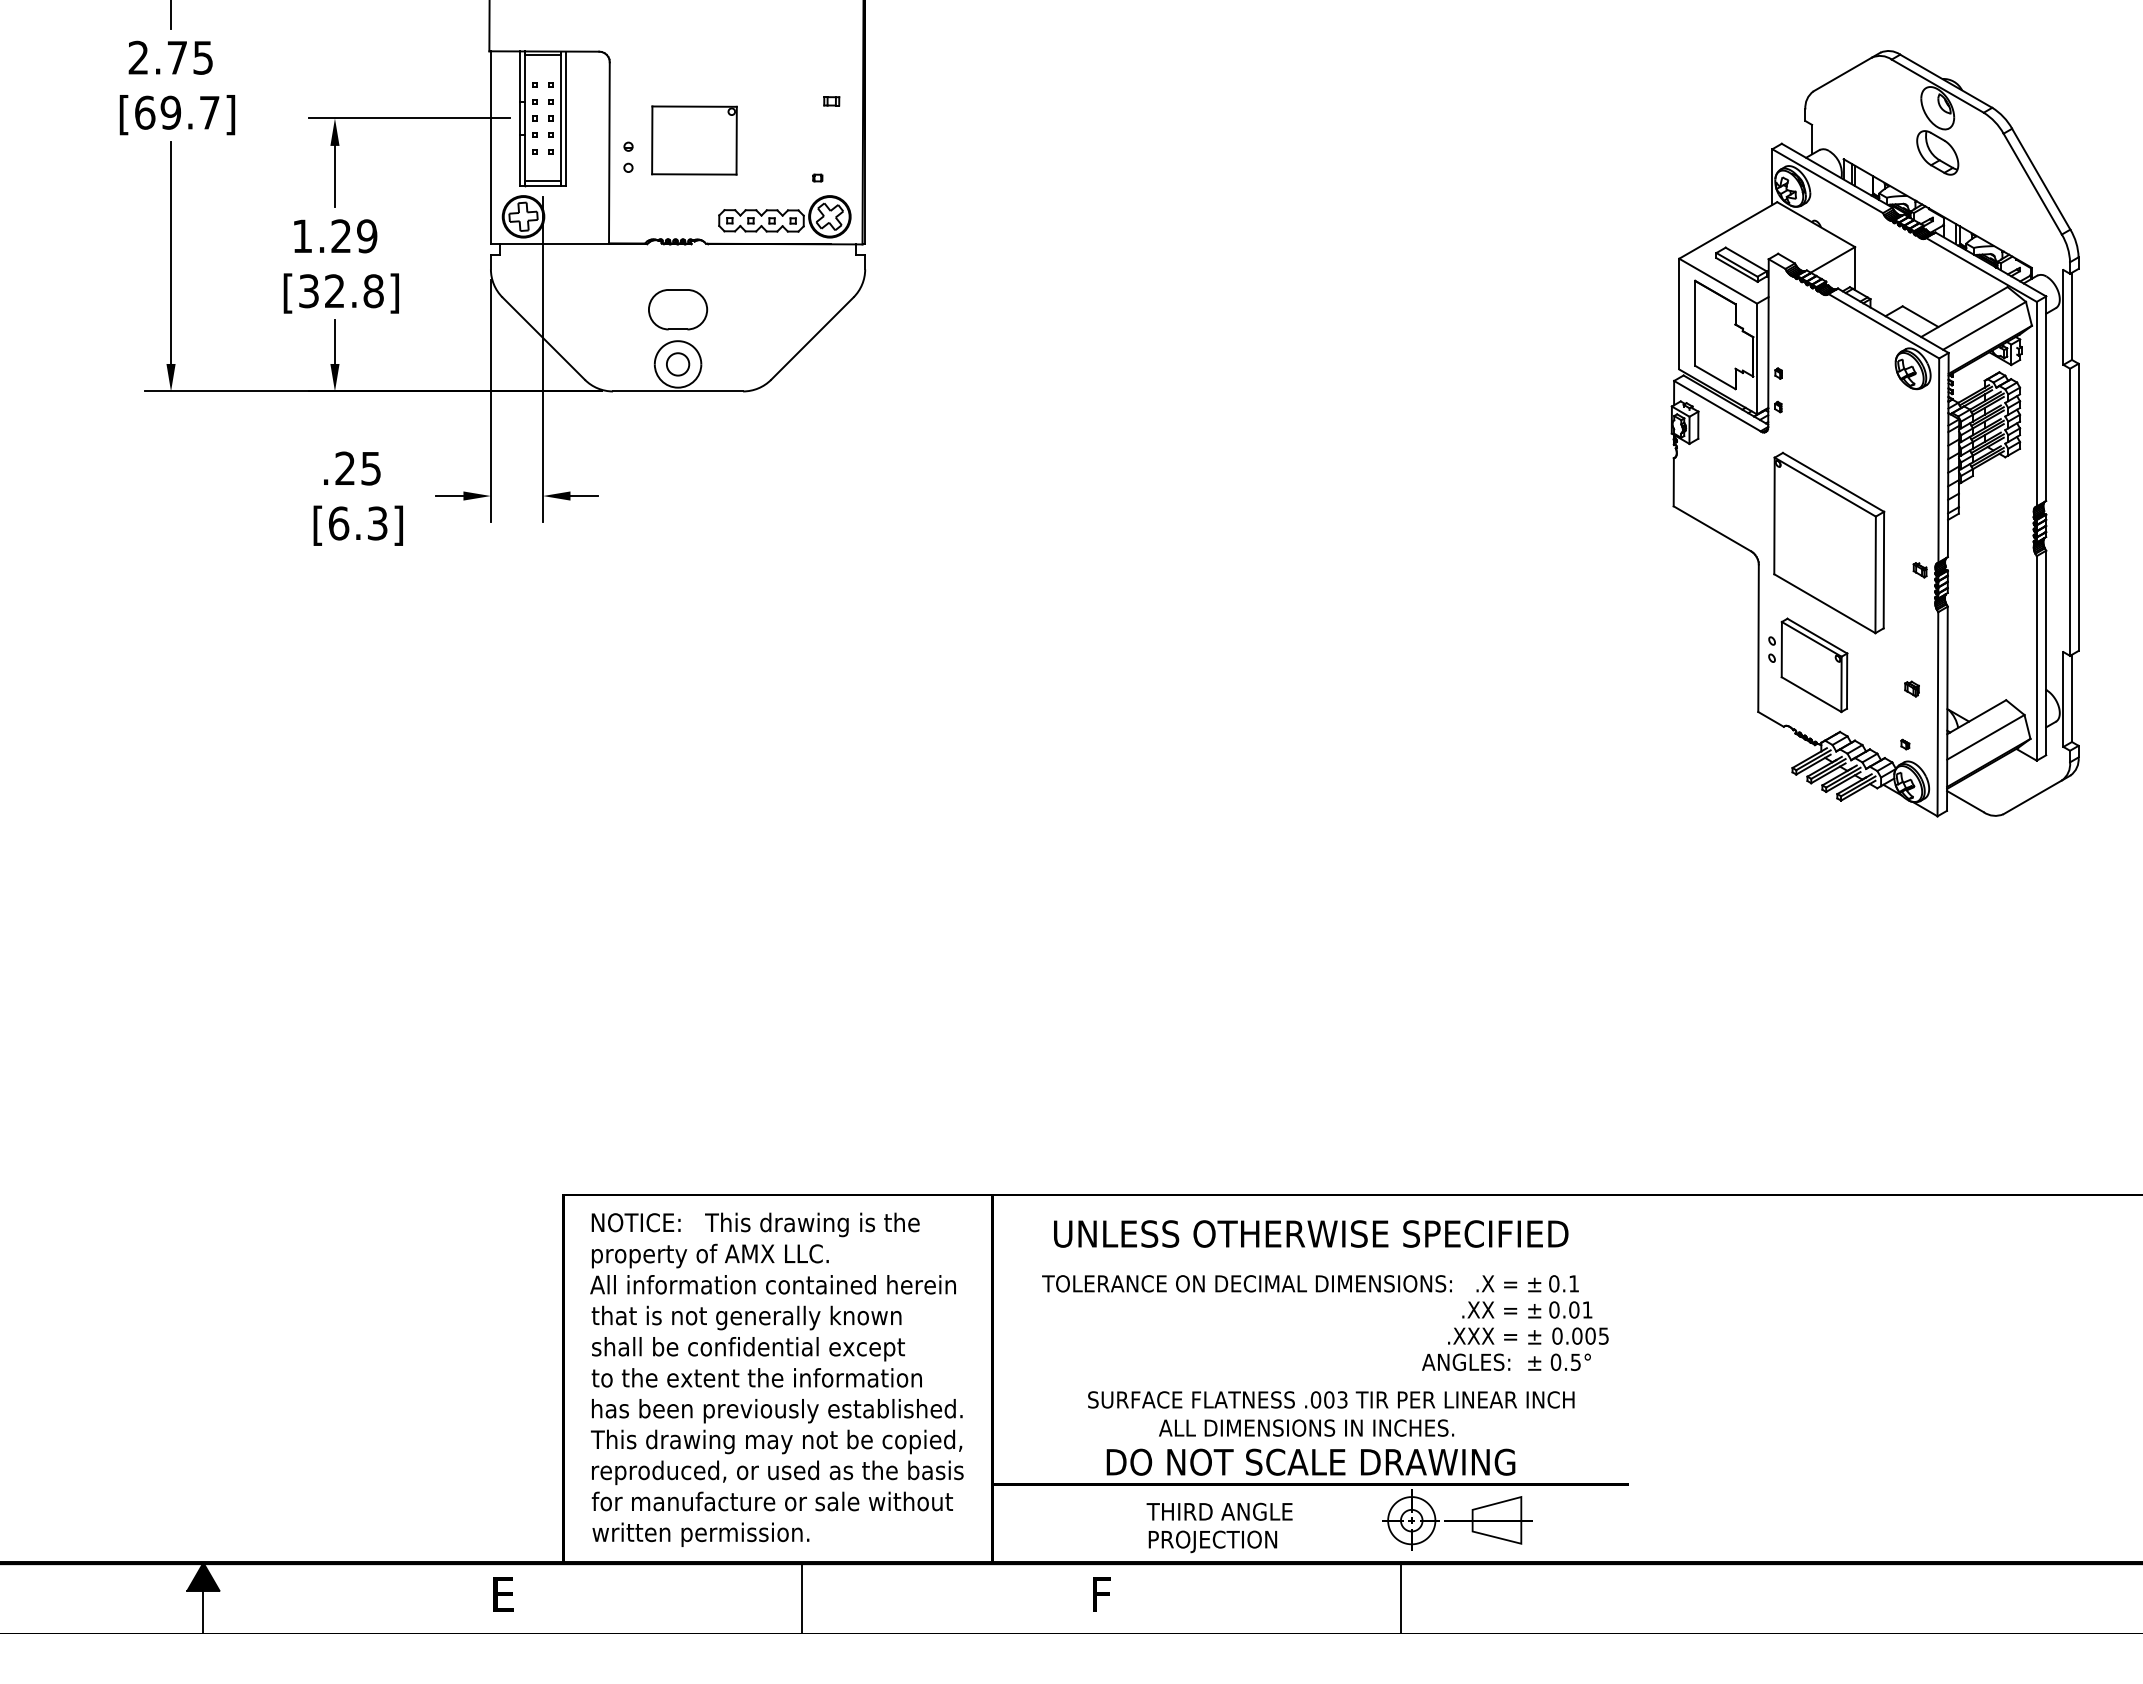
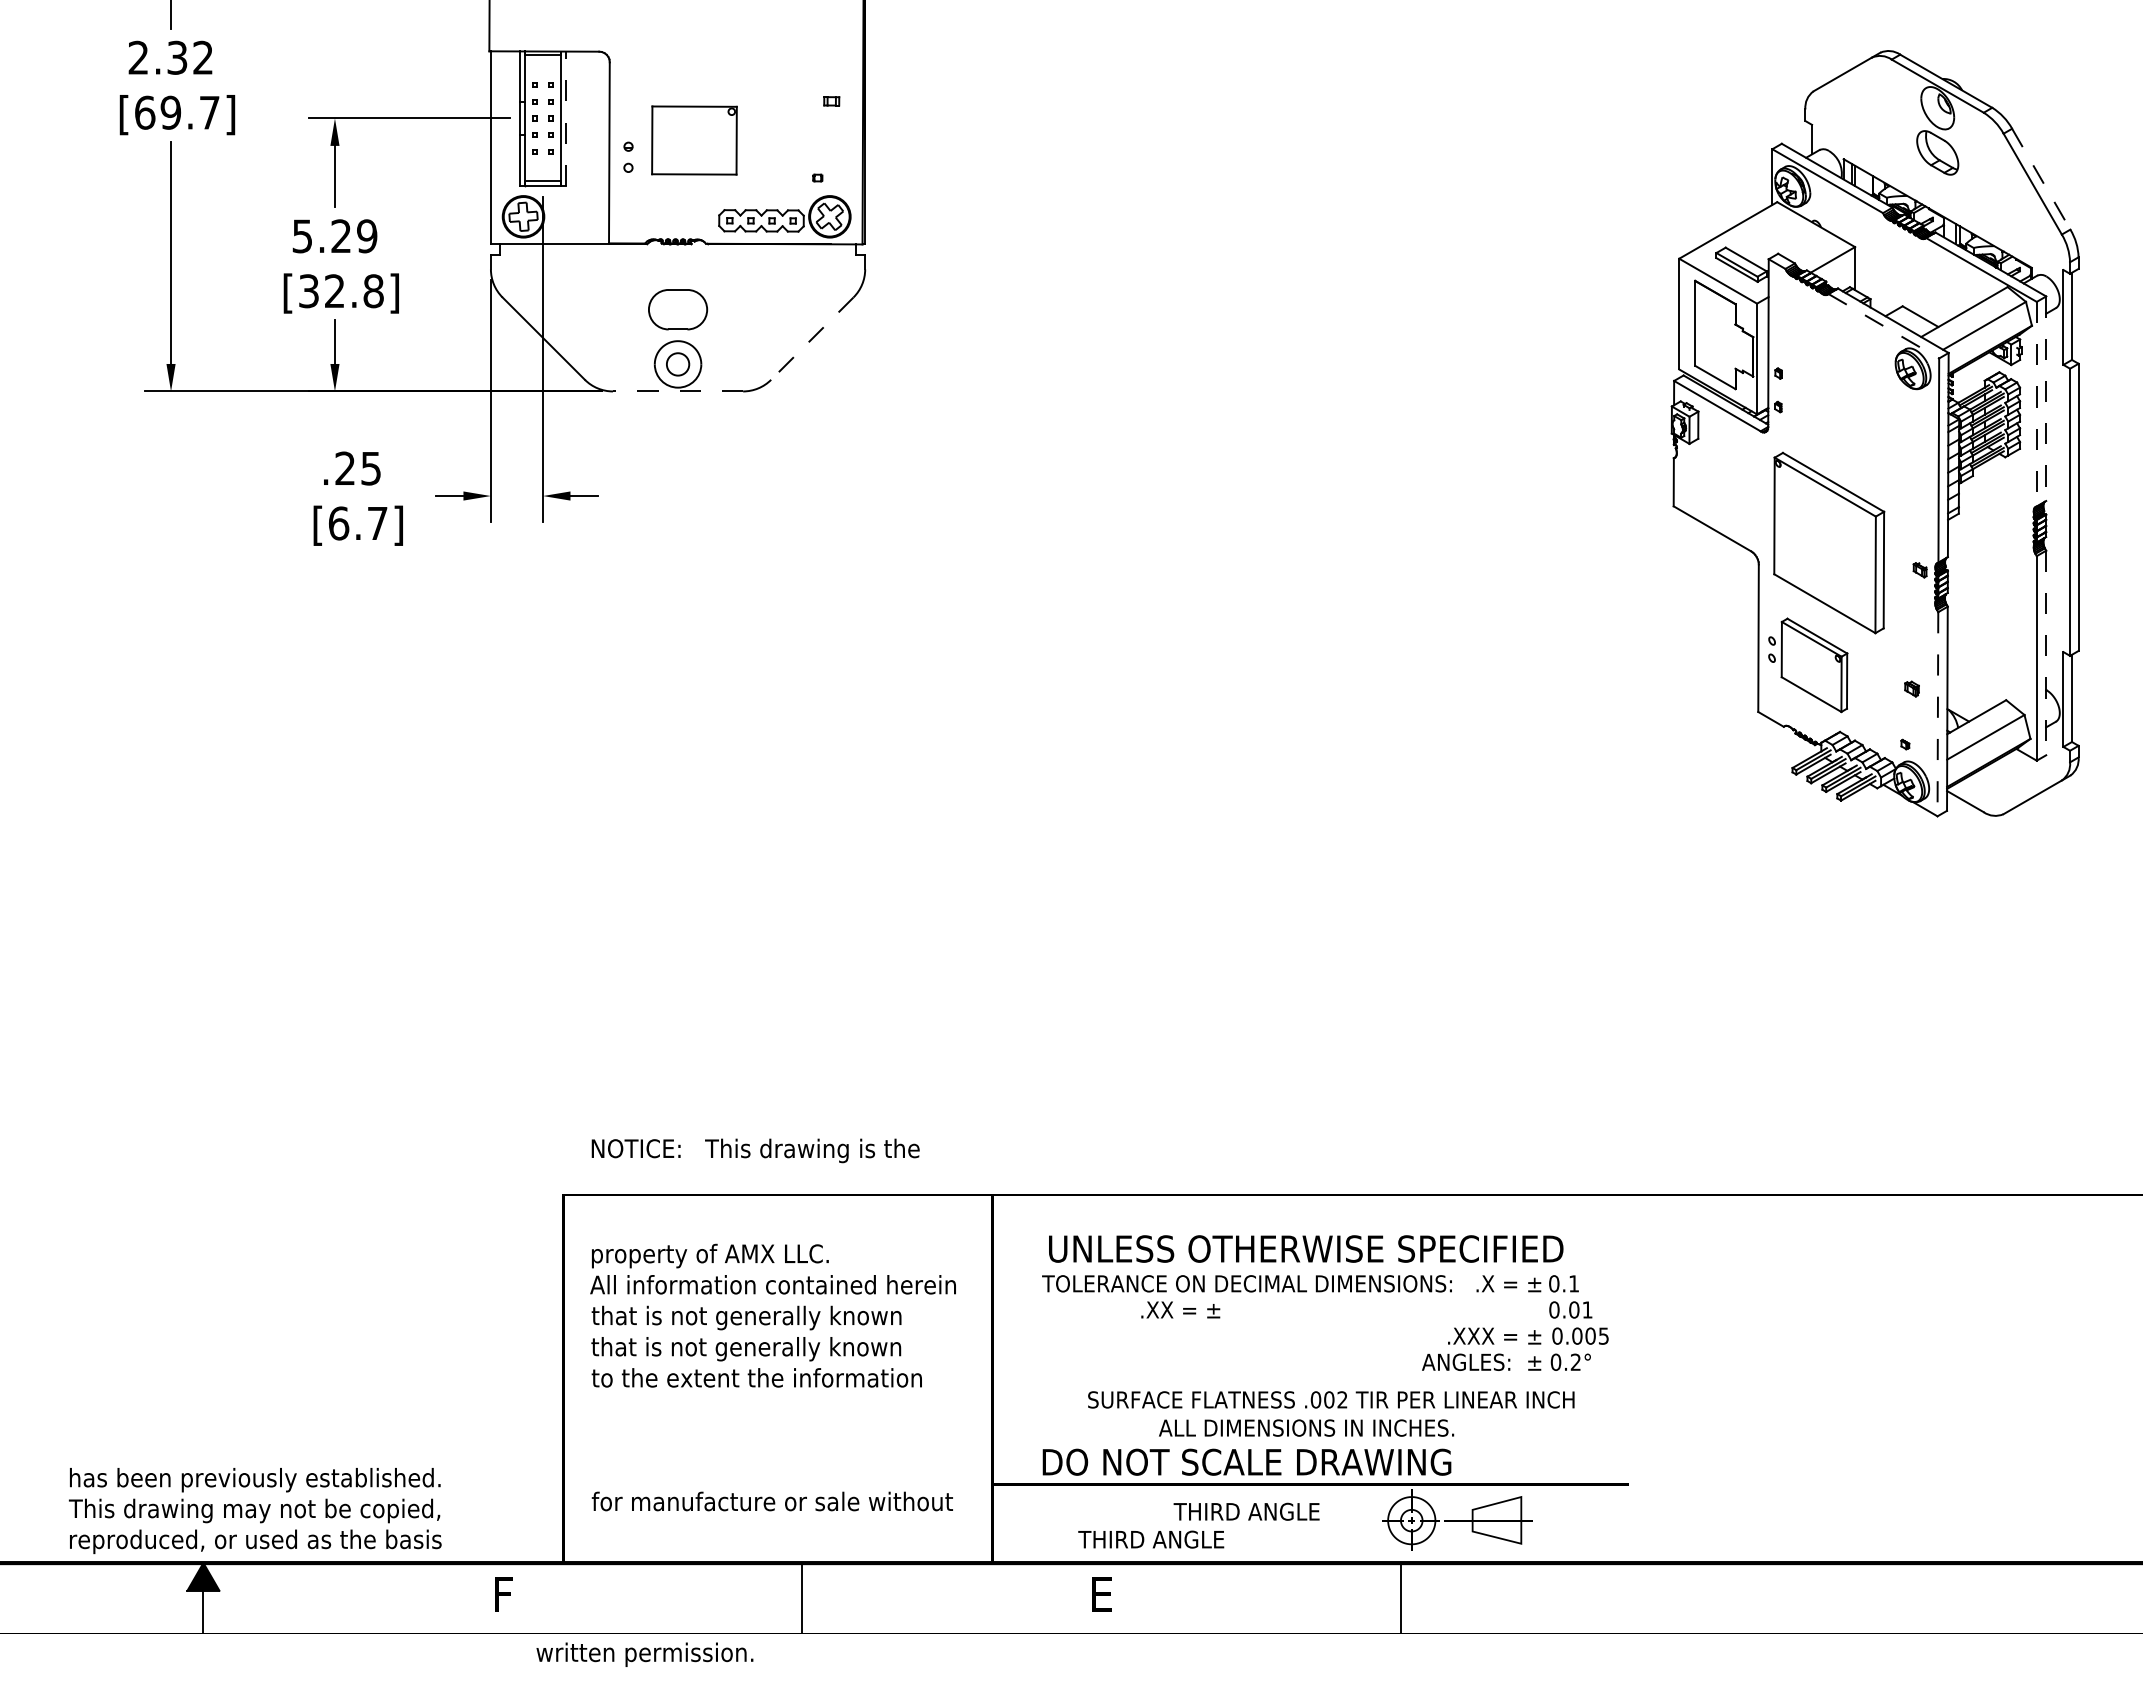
text at (189, 57): 2.75 -> 2.32
line at (565, 118): solid -> dashed
line at (2041, 179): solid -> dashed
text at (301, 236): 1.29 -> 5.29
line at (1884, 326): solid -> dashed
line at (812, 338): solid -> dashed
line at (677, 391): solid -> dashed
line at (2046, 399): solid -> dashed
line at (2036, 404): solid -> dashed
text at (377, 523): [6.3] -> [6.7]
line at (2046, 653): solid -> dashed
line at (1937, 714): solid -> dashed
text at (755, 1224) position: (755, 1224) -> (755, 1150)
text at (1311, 1233) position: (1311, 1233) -> (1306, 1248)
text at (1501, 1309) position: (1501, 1309) -> (1180, 1309)
text at (748, 1349): shall be confidential except -> that is not generally known
text at (1575, 1361): 0.5° -> 0.2°
text at (1342, 1399): .003 -> .002
text at (777, 1442) position: (777, 1442) -> (255, 1511)
text at (1310, 1461) position: (1310, 1461) -> (1246, 1461)
text at (1219, 1511) position: (1219, 1511) -> (1246, 1511)
text at (700, 1534) position: (700, 1534) -> (644, 1654)
text at (1177, 1541): PROJECTION -> THIRD ANGLE
text at (503, 1594): E -> F
text at (1101, 1594): F -> E
